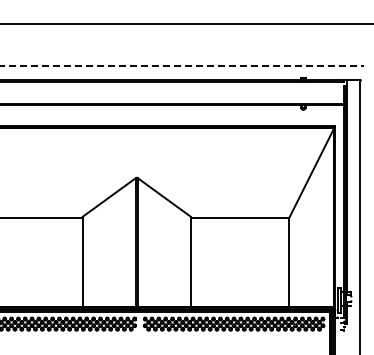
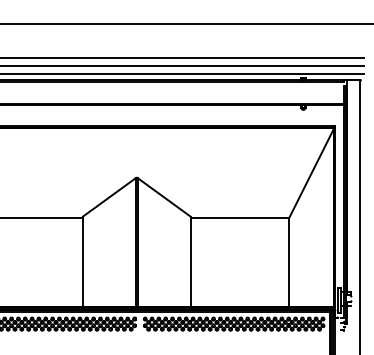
line at (182, 57): none -> present
line at (182, 65): dashed -> solid
line at (182, 74): none -> present
